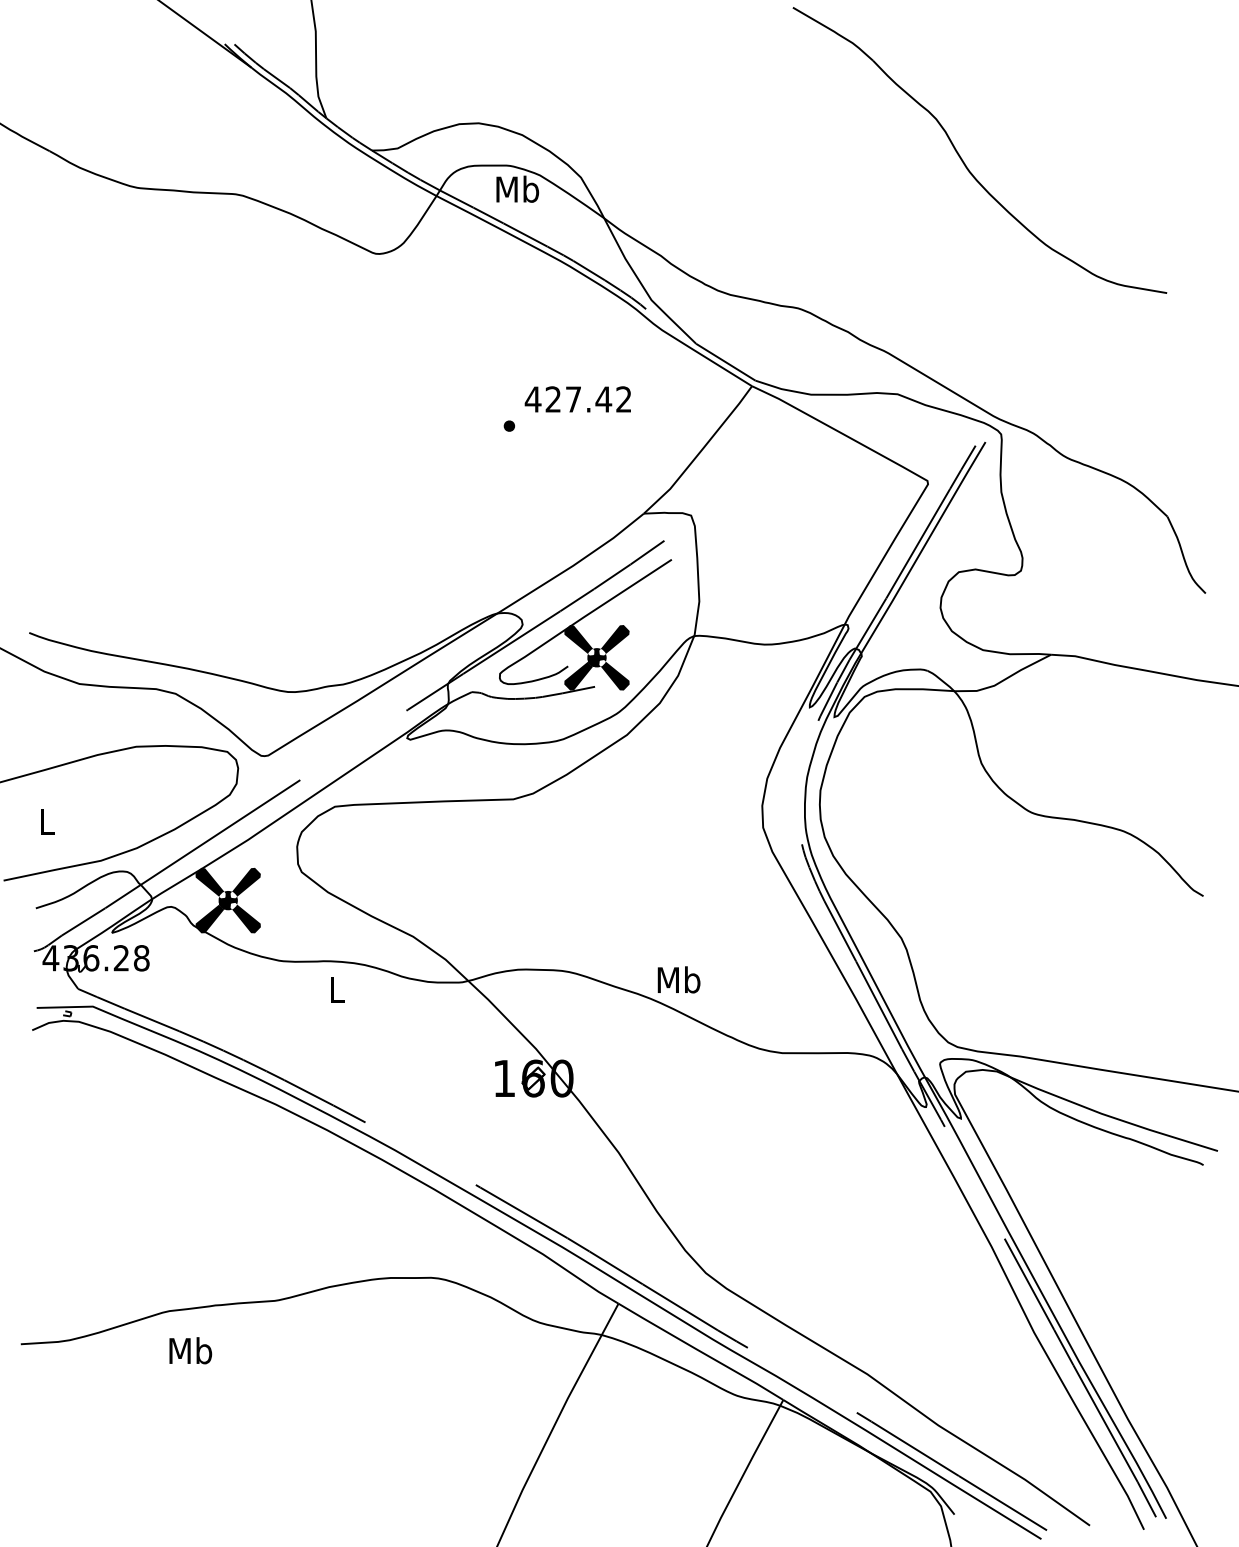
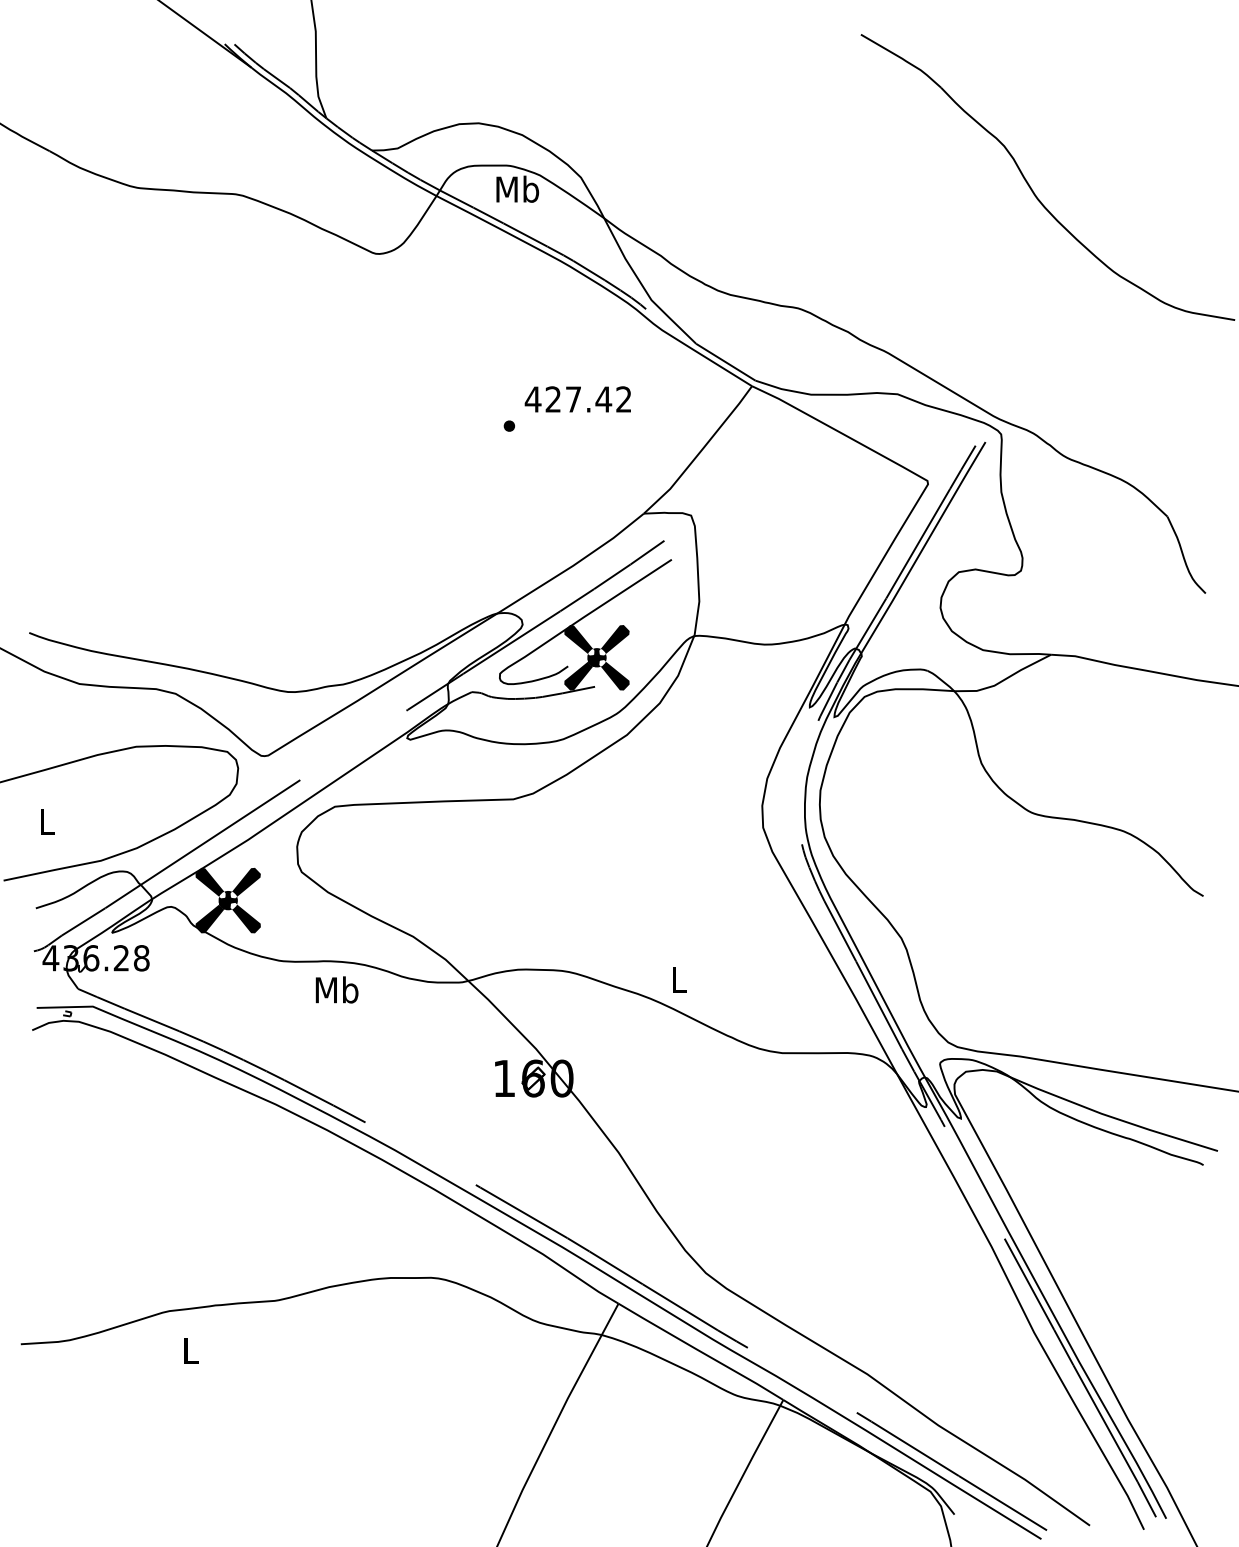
part at (962, 158) position: (962, 158) -> (1030, 185)
text at (678, 979): Mb -> L
text at (336, 989): L -> Mb
text at (190, 1350): Mb -> L
